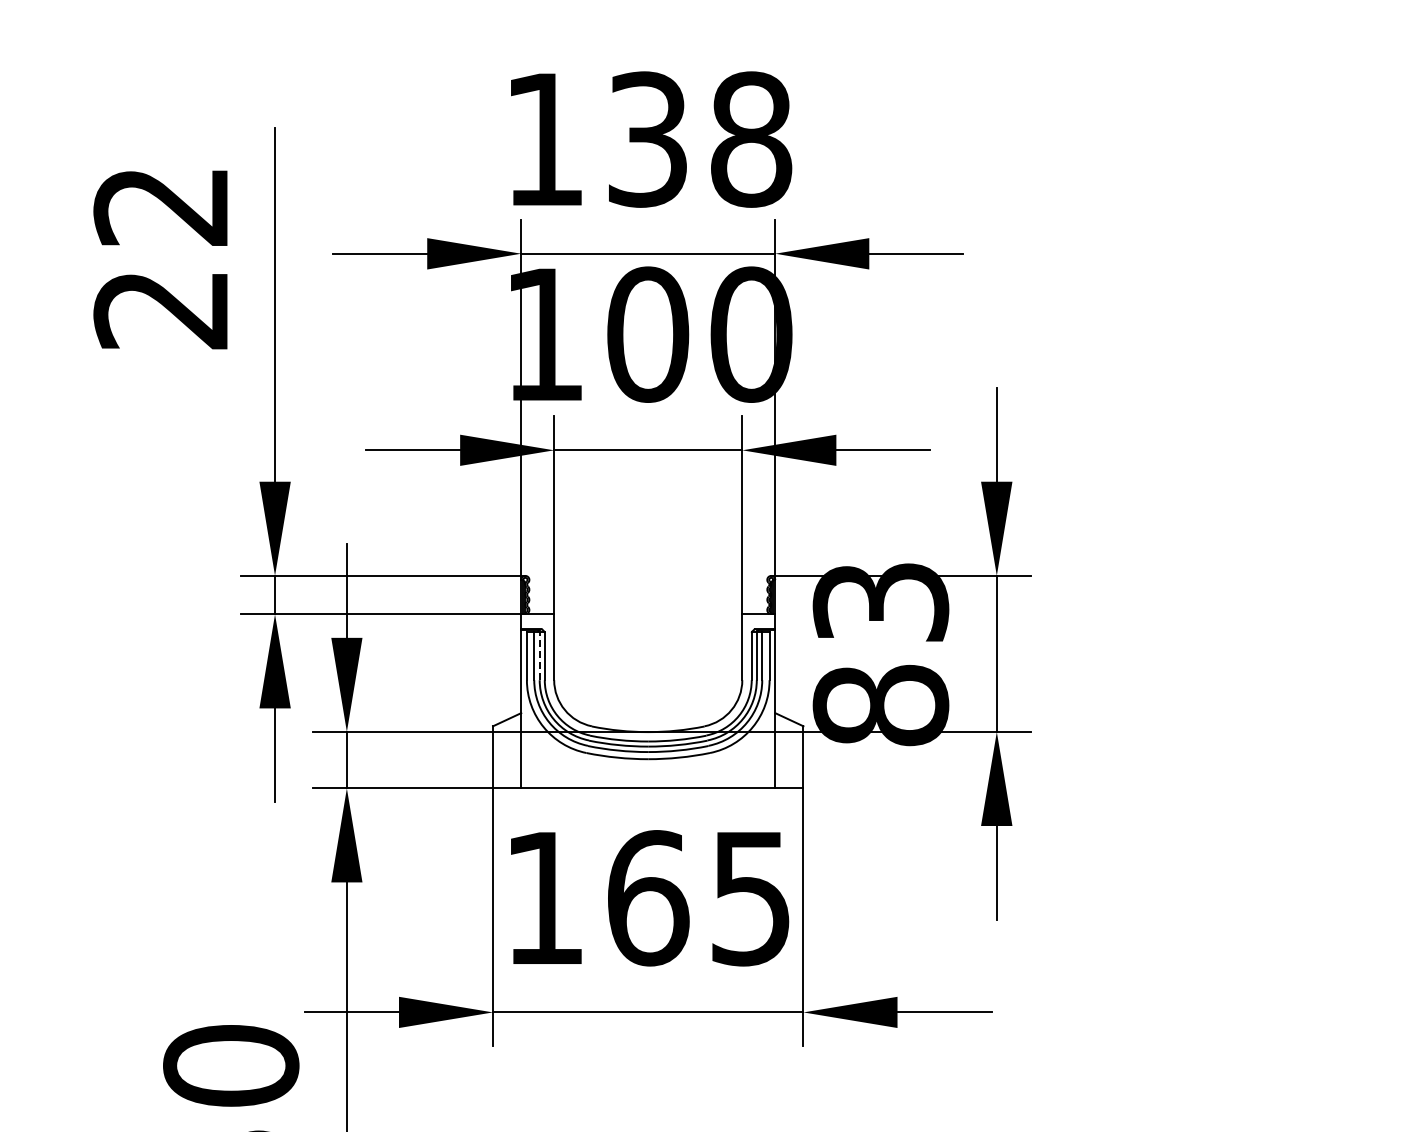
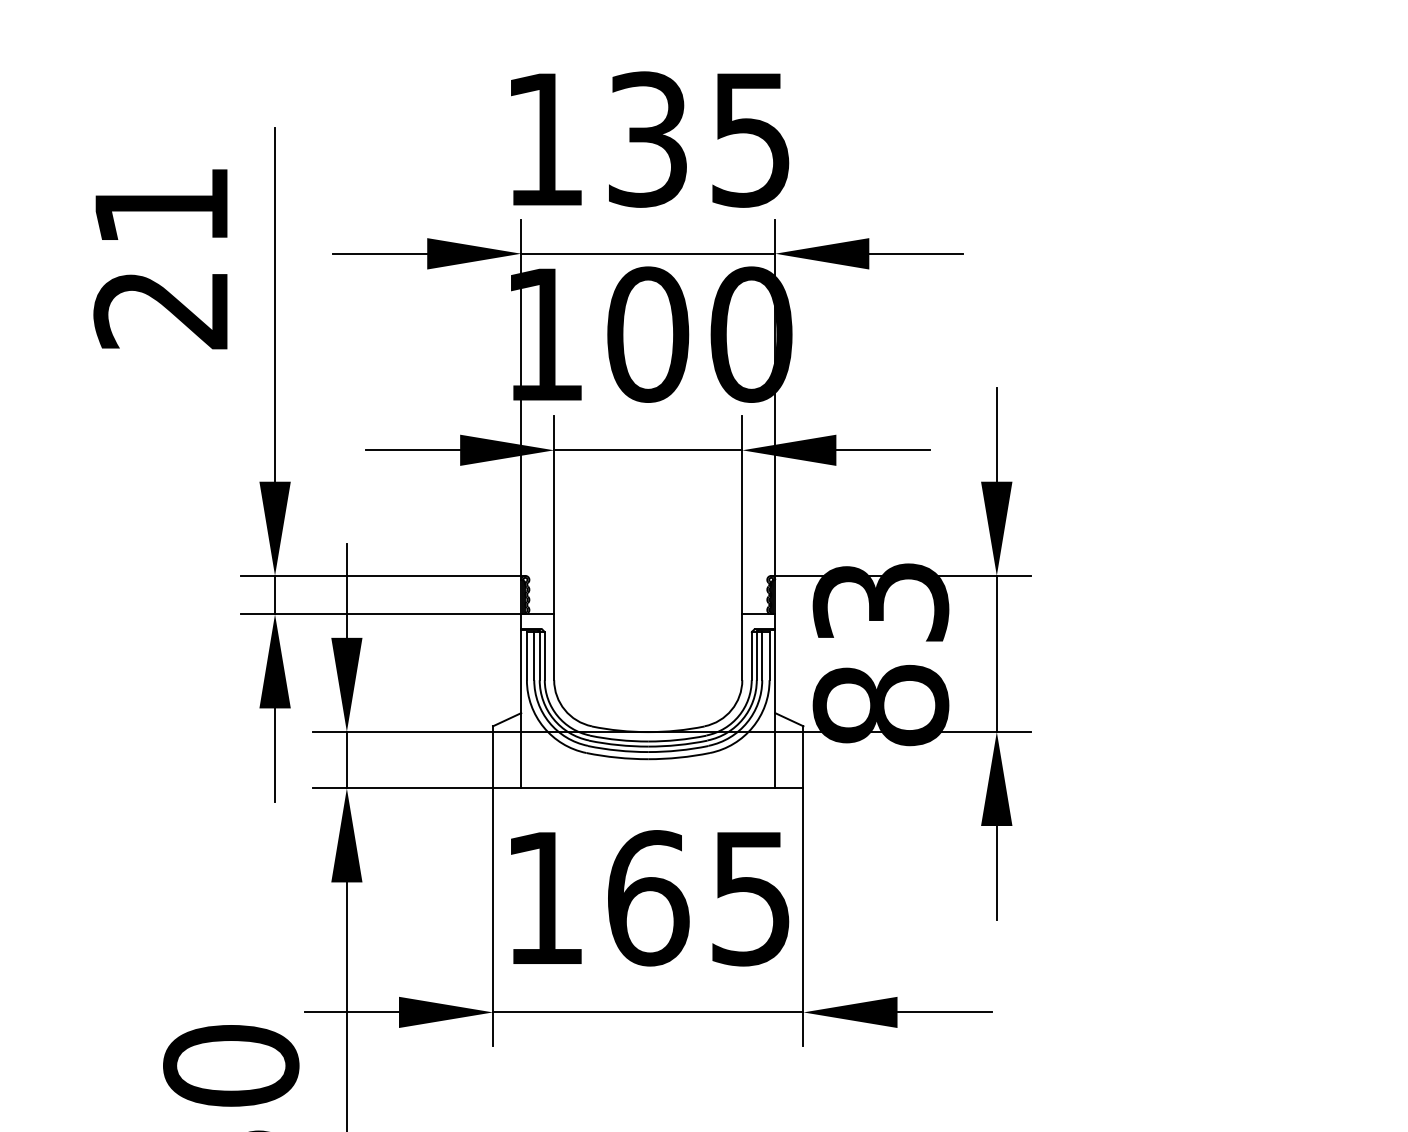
text at (751, 139): 138 -> 135
text at (160, 207): 22 -> 21
line at (539, 656): dashed -> solid
